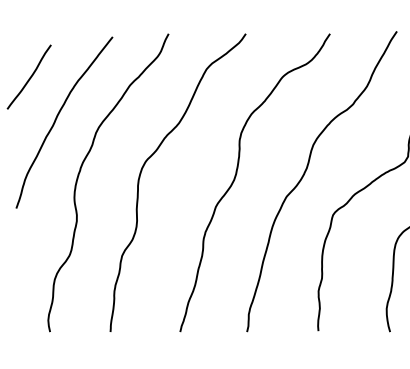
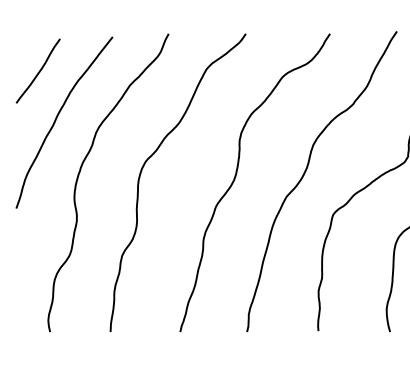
curve at (29, 77) position: (29, 77) -> (38, 71)
